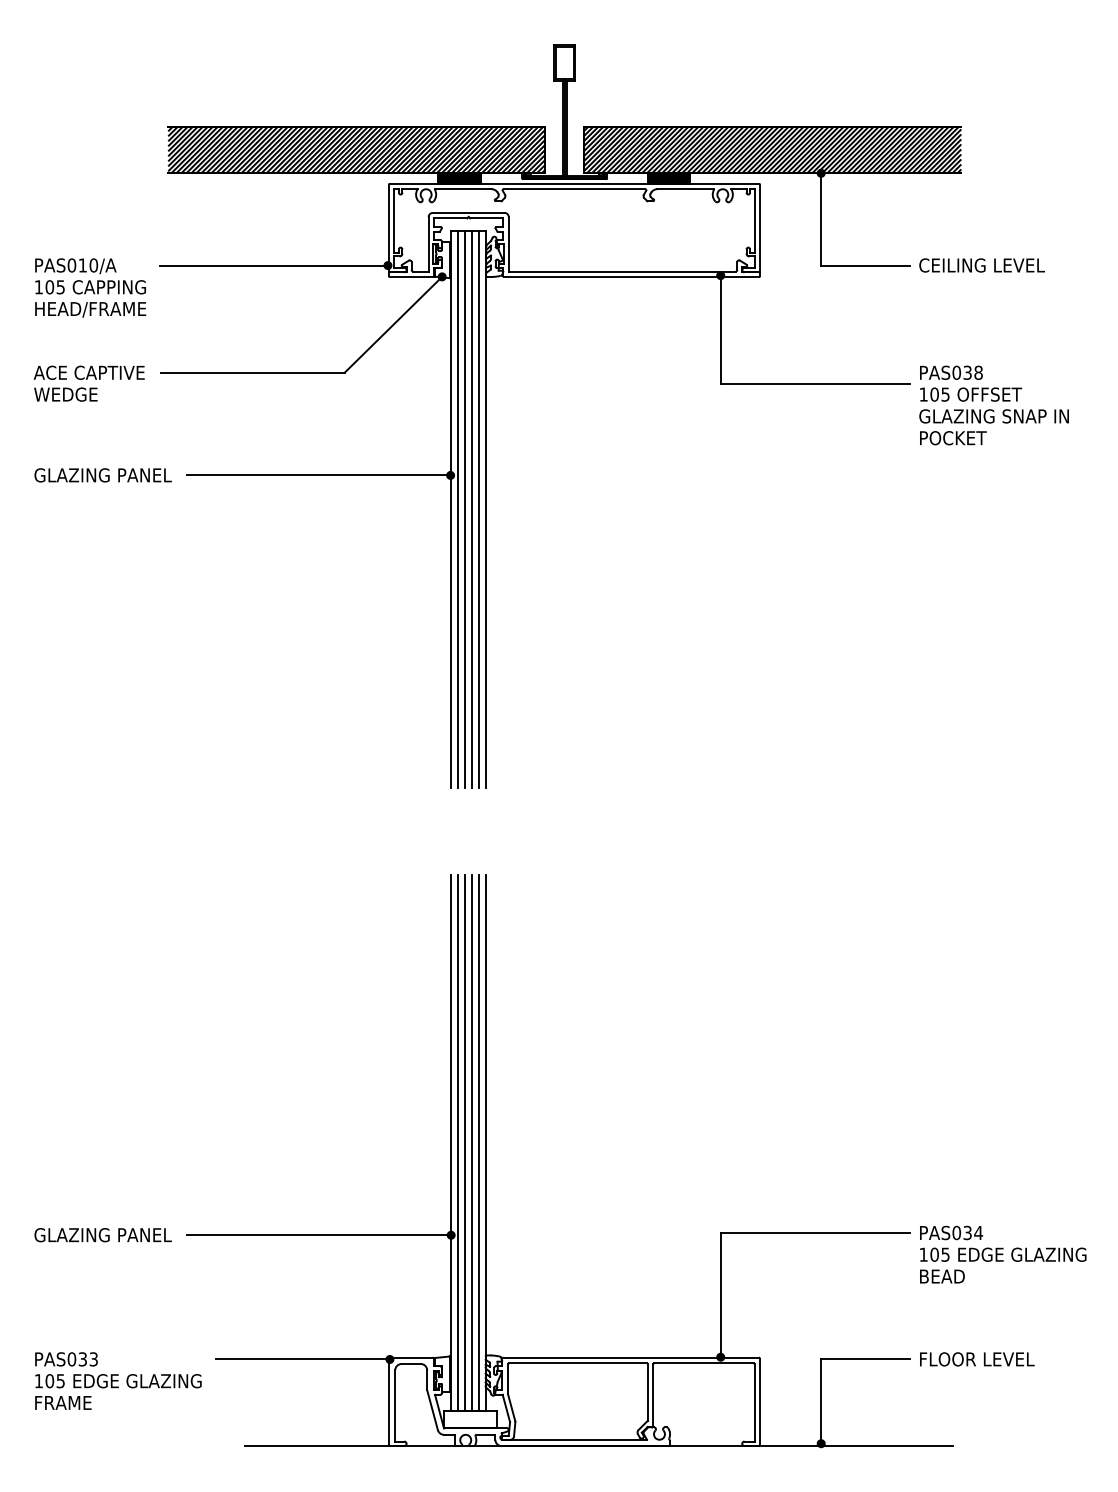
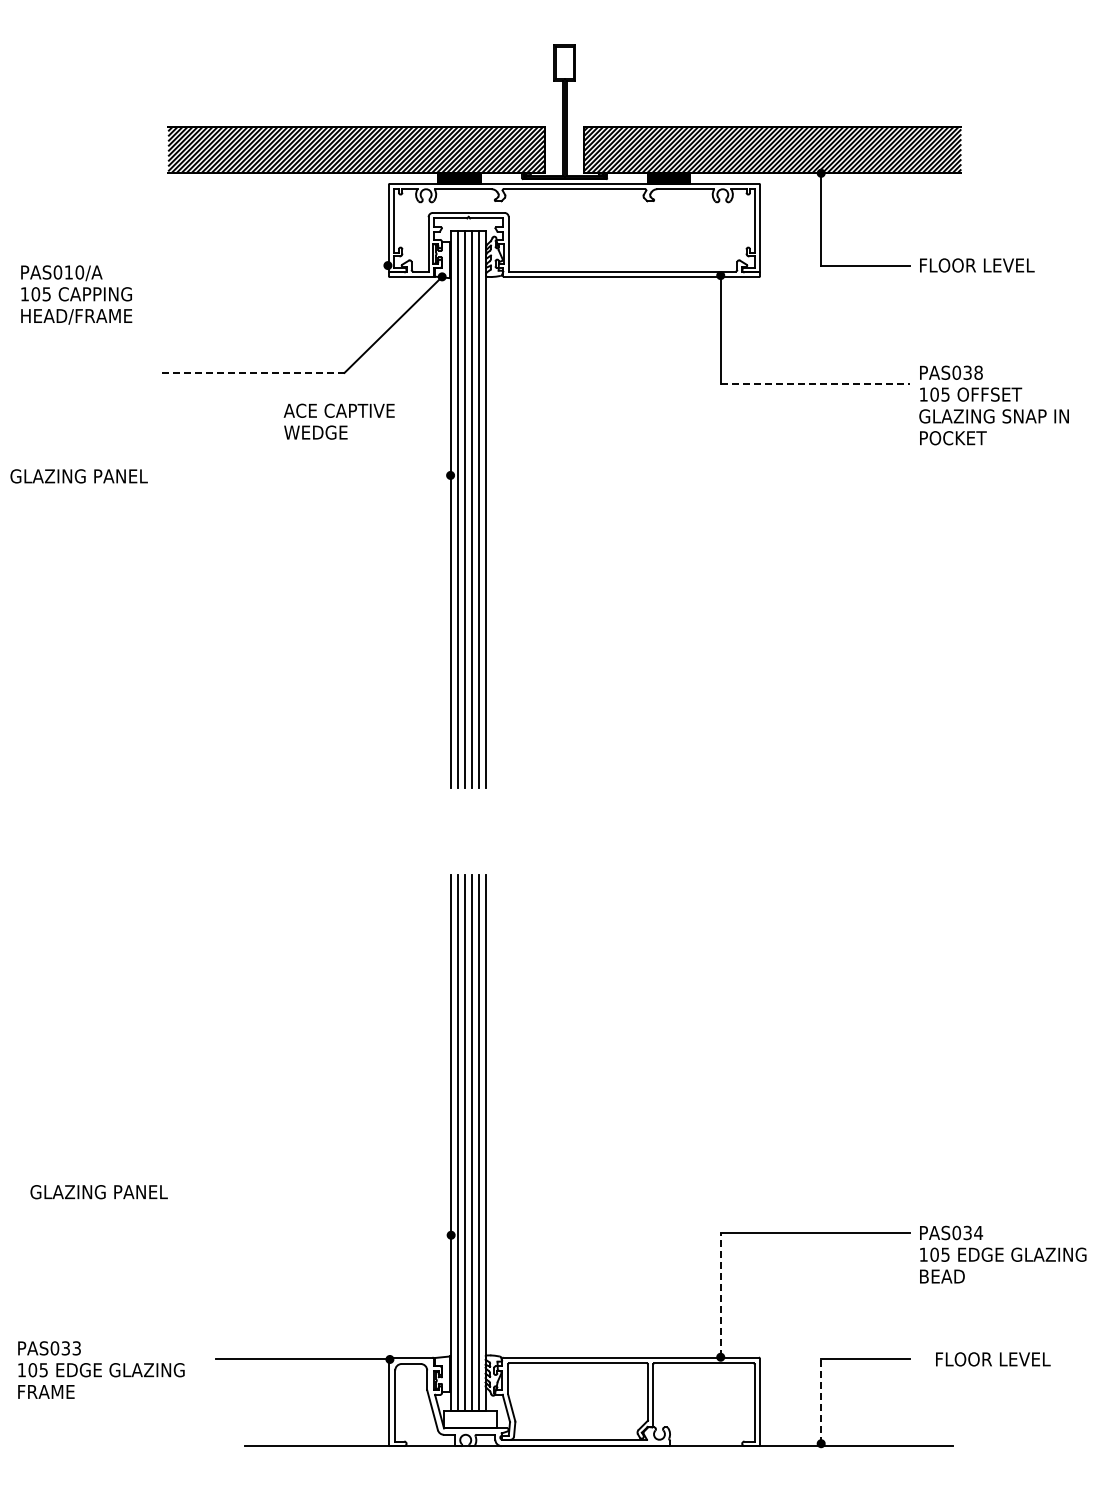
line at (273, 265): present -> none
text at (981, 265): CEILING LEVEL -> FLOOR LEVEL
text at (90, 287) position: (90, 287) -> (76, 294)
line at (252, 372): solid -> dashed
text at (88, 383) position: (88, 383) -> (338, 421)
line at (815, 384): solid -> dashed
text at (102, 475) position: (102, 475) -> (78, 476)
line at (318, 475): present -> none
text at (102, 1235) position: (102, 1235) -> (98, 1192)
line at (318, 1235): present -> none
line at (720, 1294): solid -> dashed
text at (977, 1359) position: (977, 1359) -> (993, 1359)
text at (118, 1380) position: (118, 1380) -> (101, 1369)
line at (821, 1401): solid -> dashed
